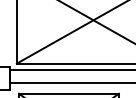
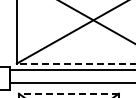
line at (75, 63): solid -> dashed
line at (68, 93): solid -> dashed
